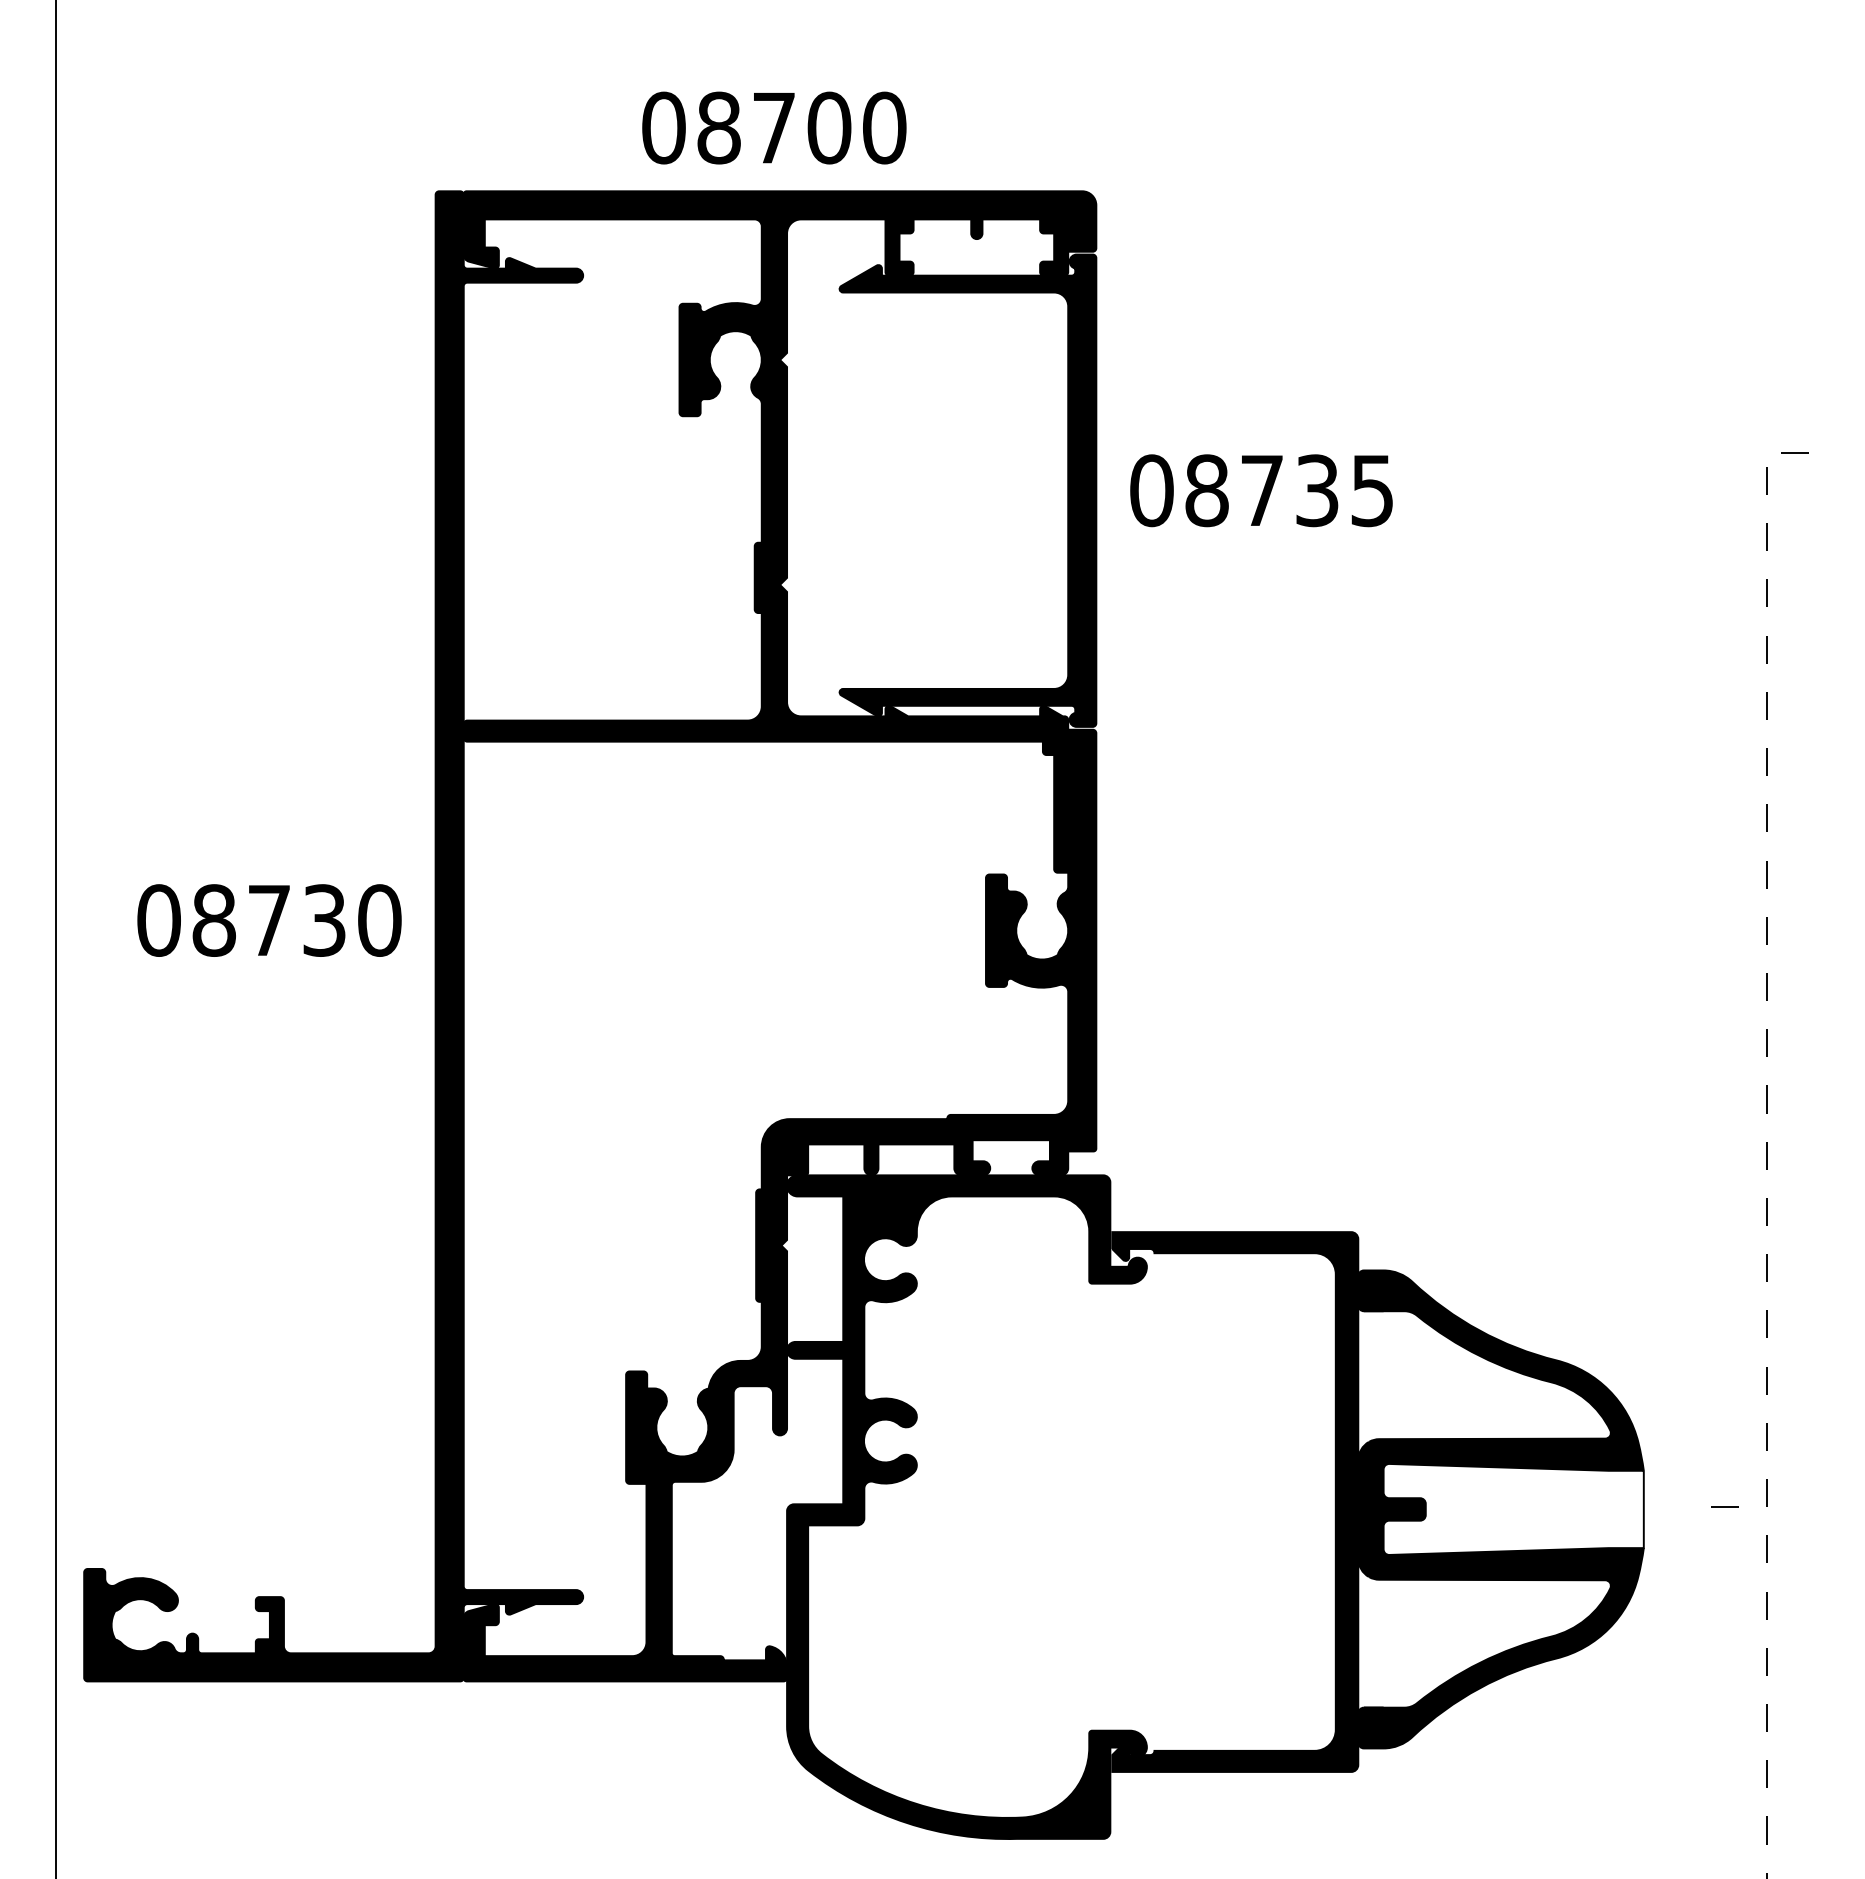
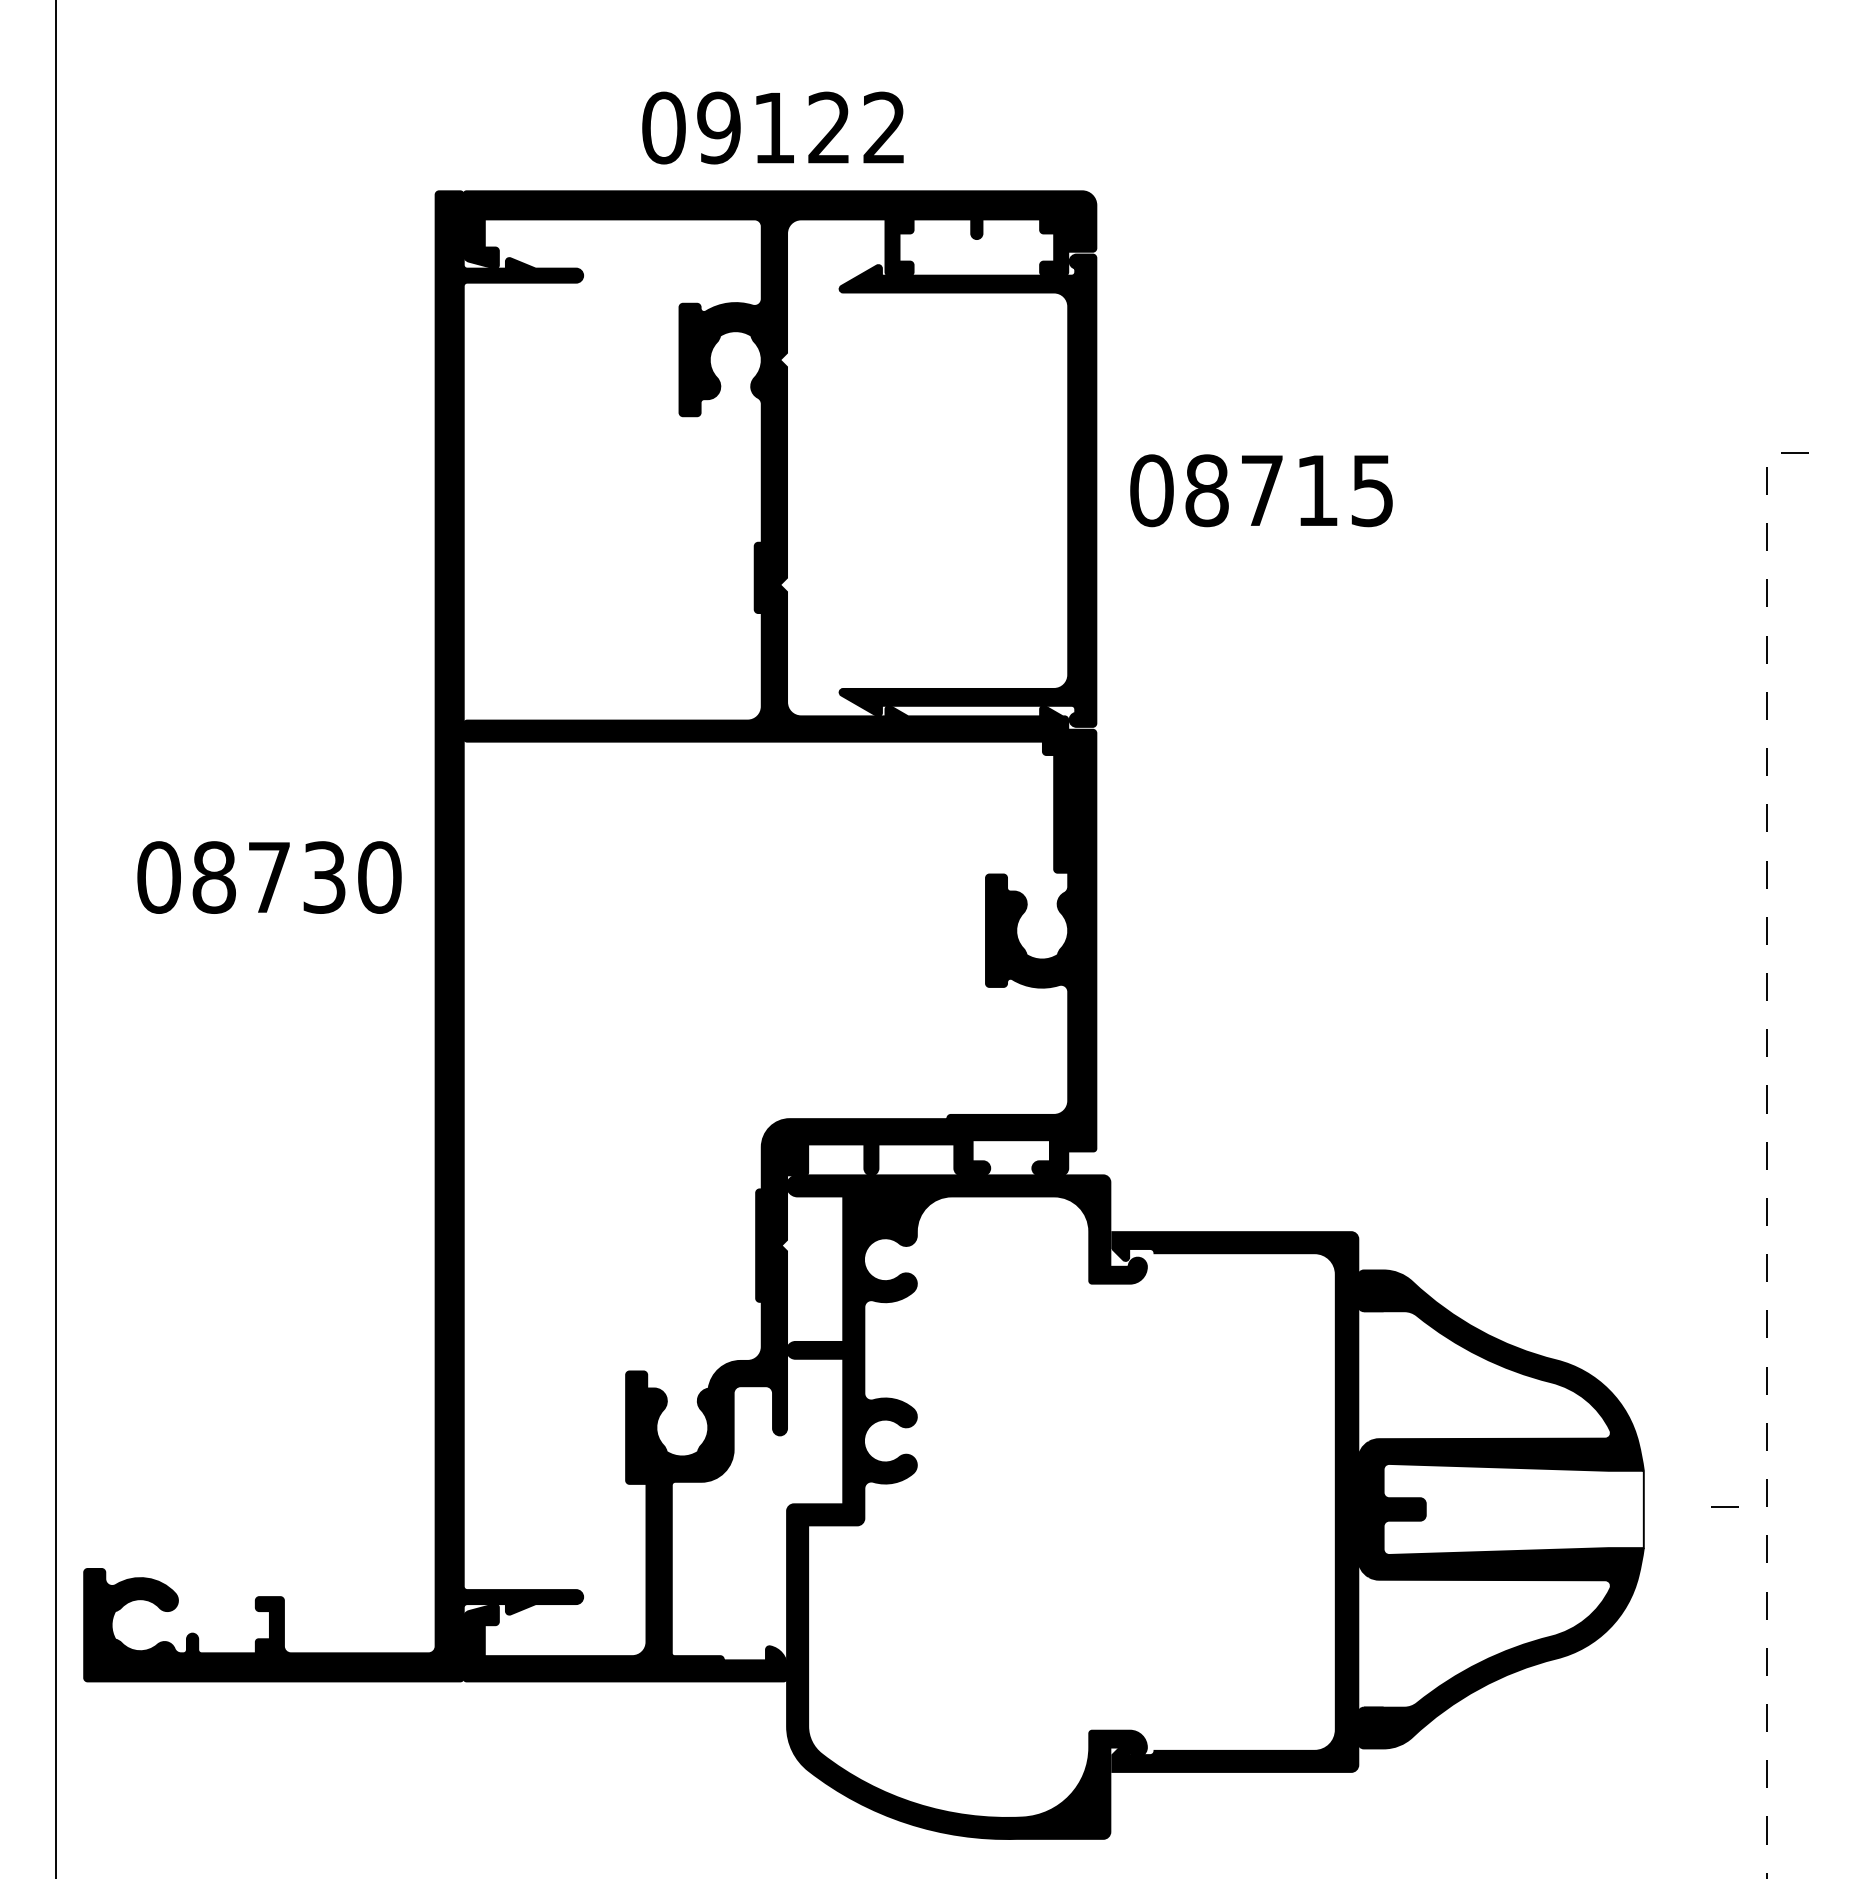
text at (801, 127): 08700 -> 09122
text at (1317, 490): 08735 -> 08715
text at (269, 920) position: (269, 920) -> (269, 877)
